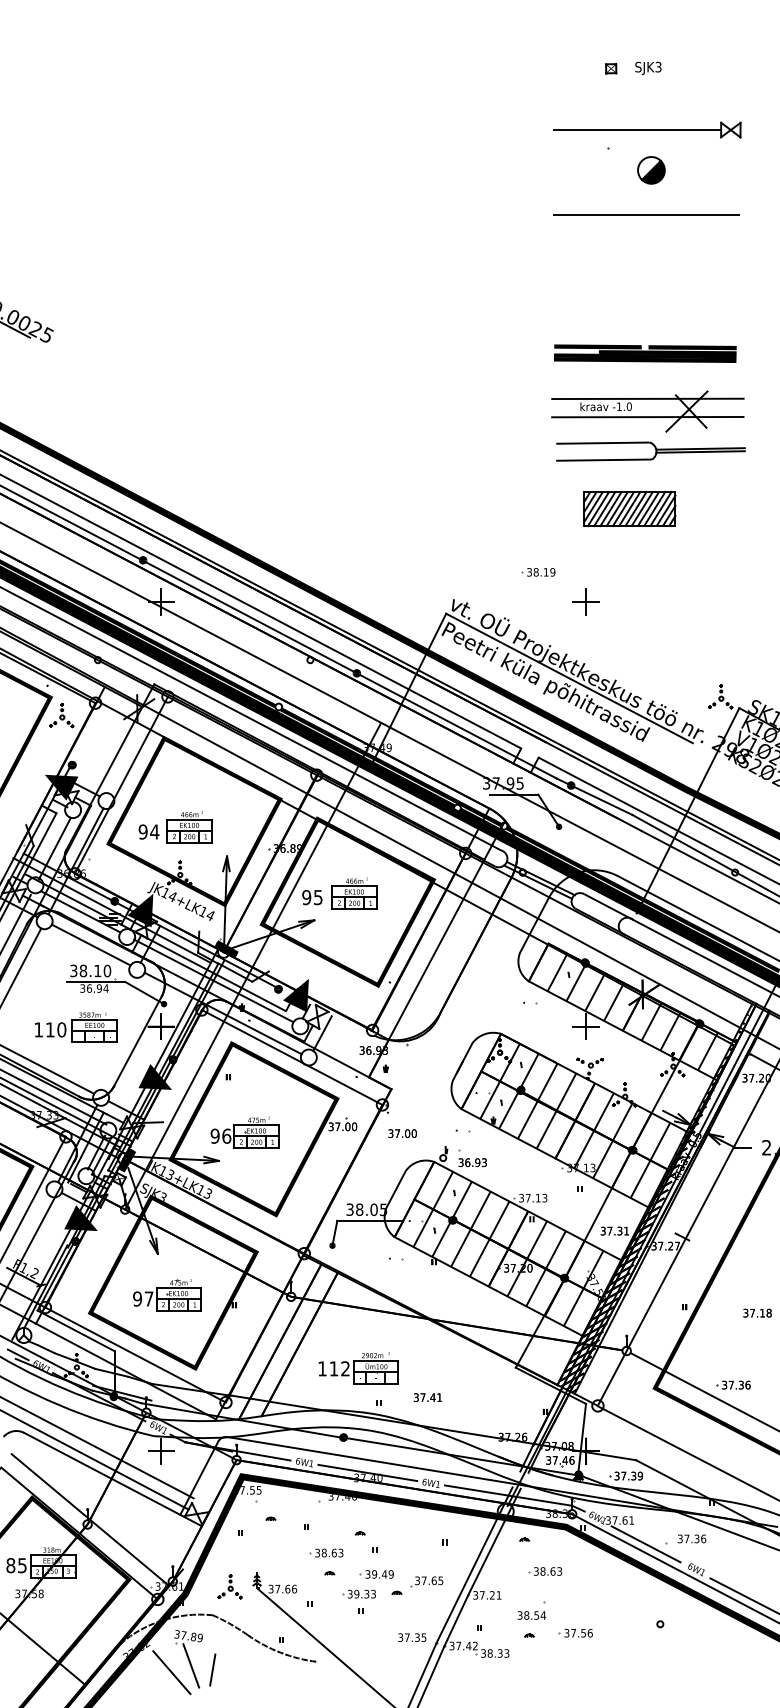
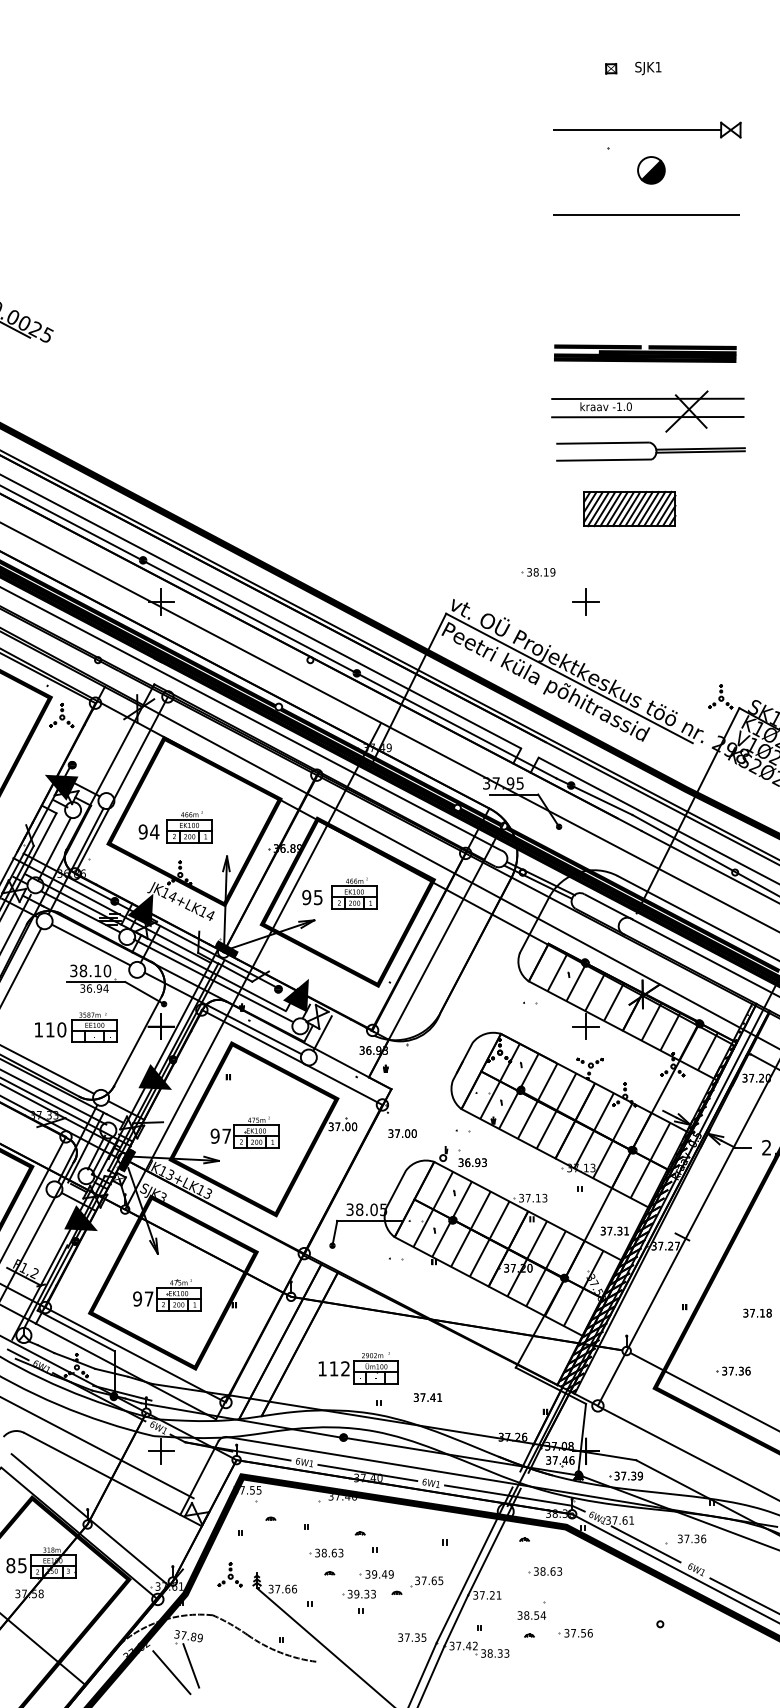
text at (658, 66): SJK3 -> SJK1
text at (226, 1135): 96 -> 97
part at (733, 1384) position: (733, 1384) -> (733, 1370)
line at (95, 1460): present -> none
part at (229, 1586) position: (229, 1586) -> (229, 1574)
line at (212, 1669): present -> none
